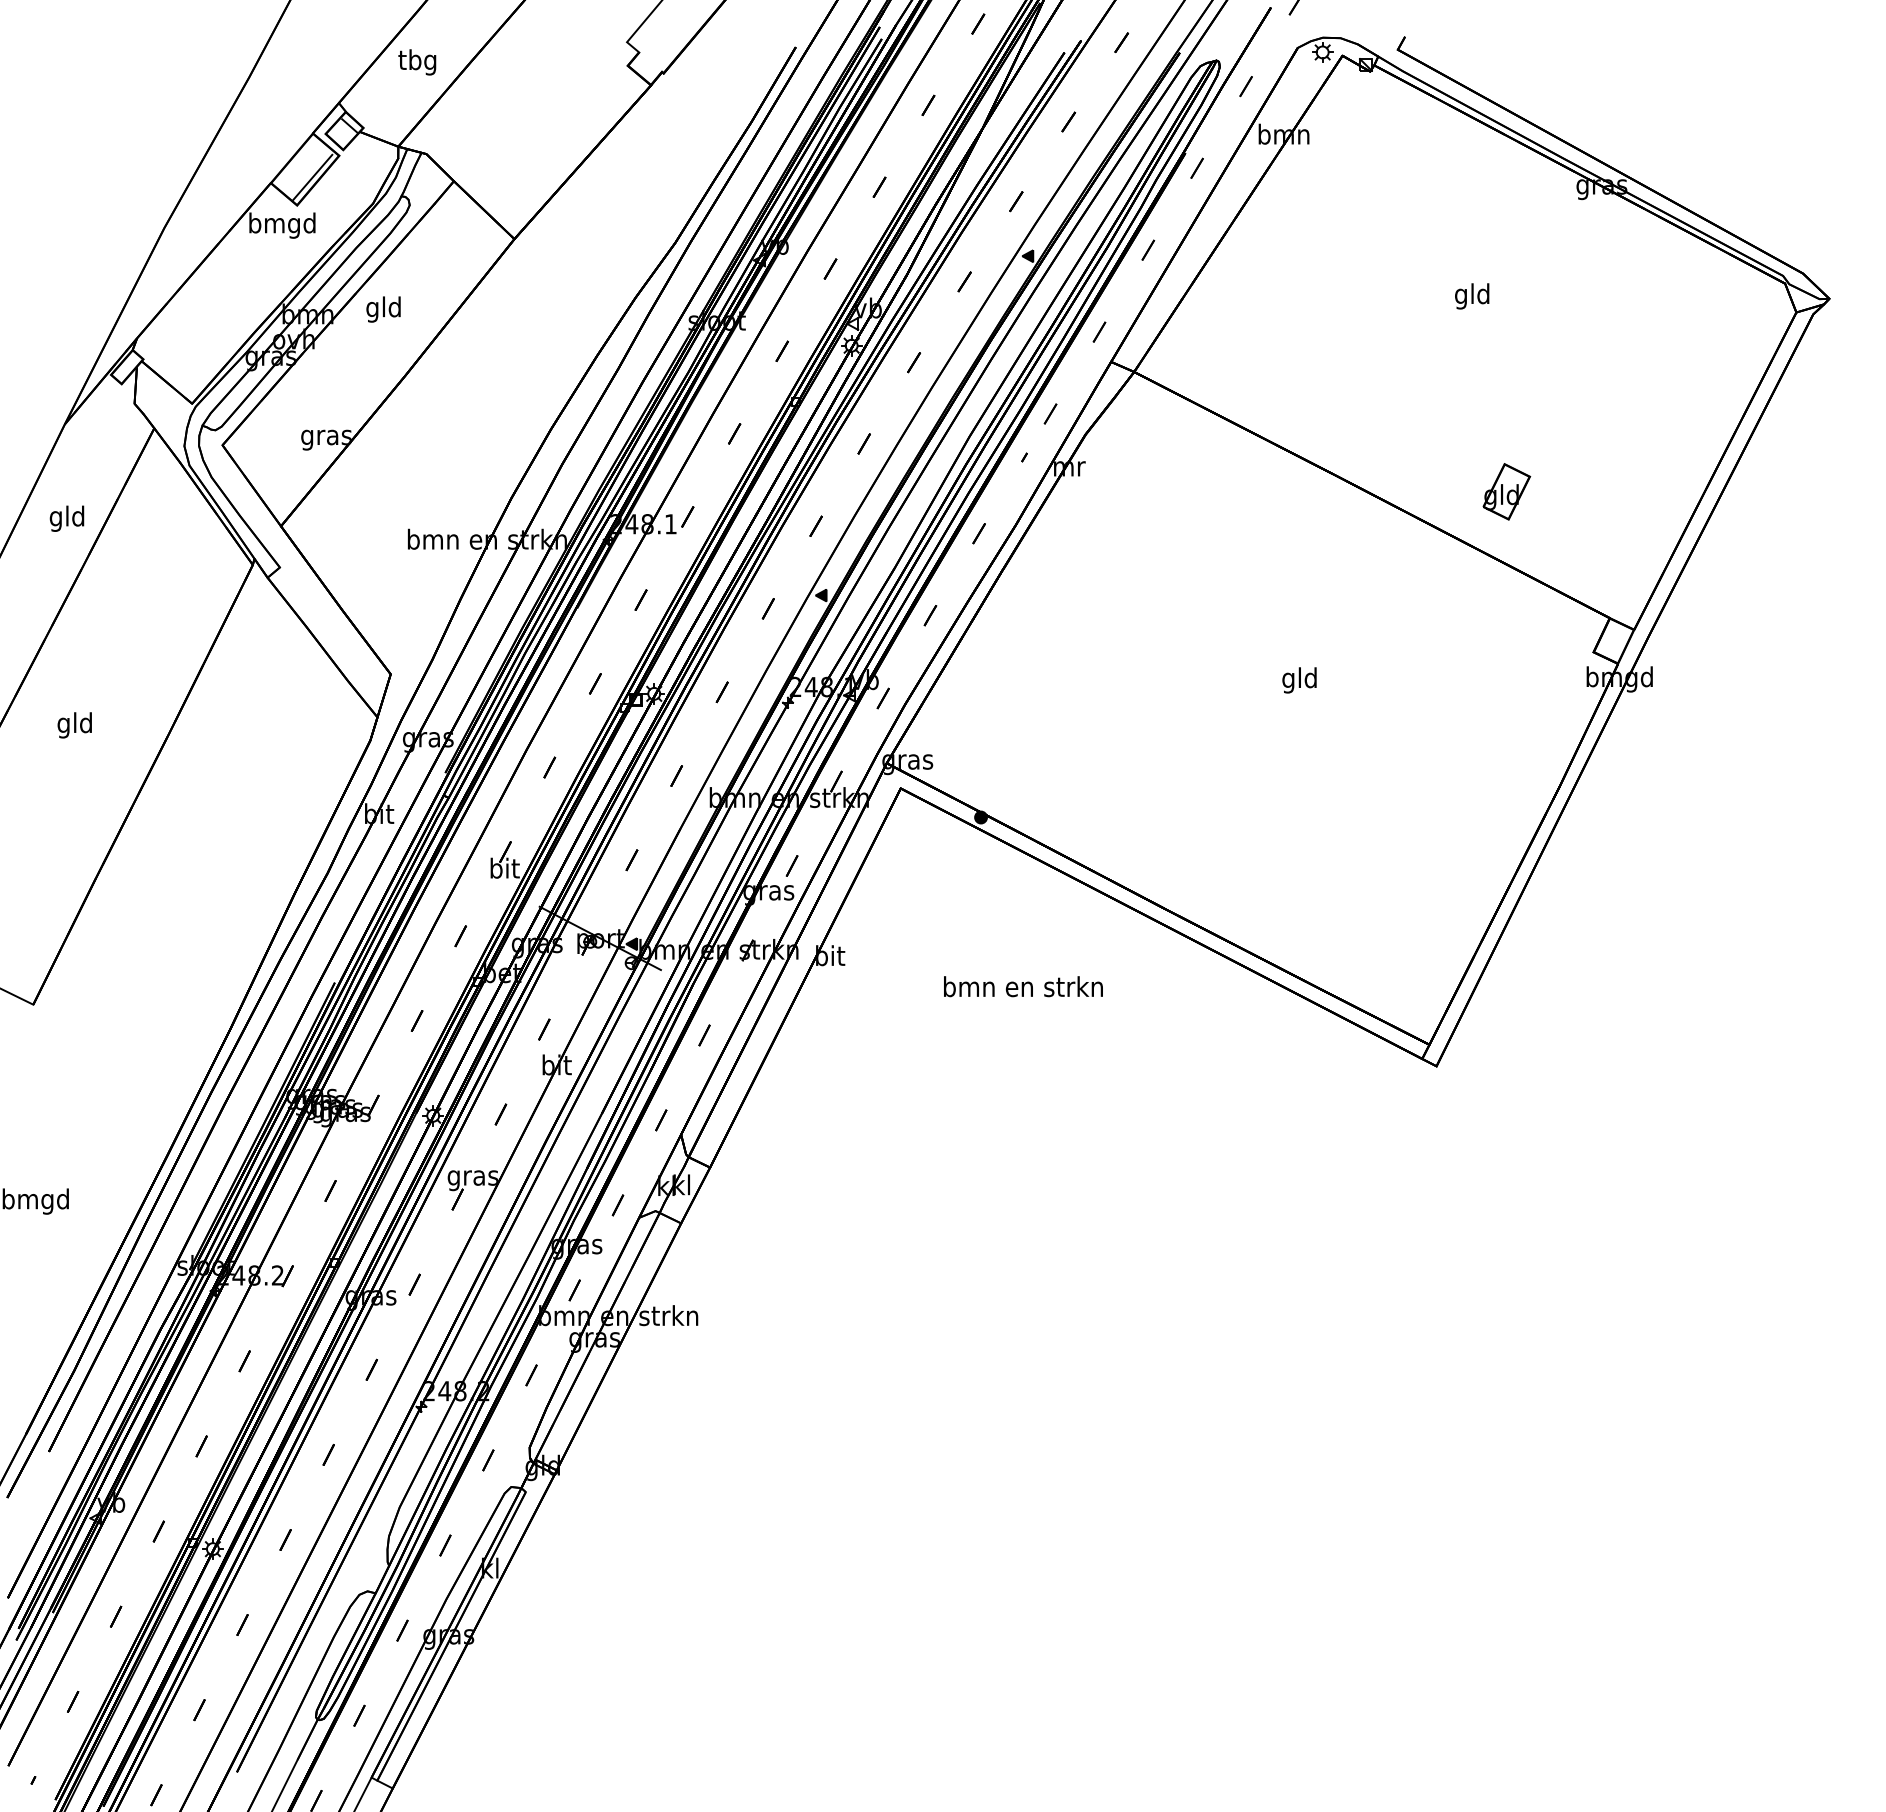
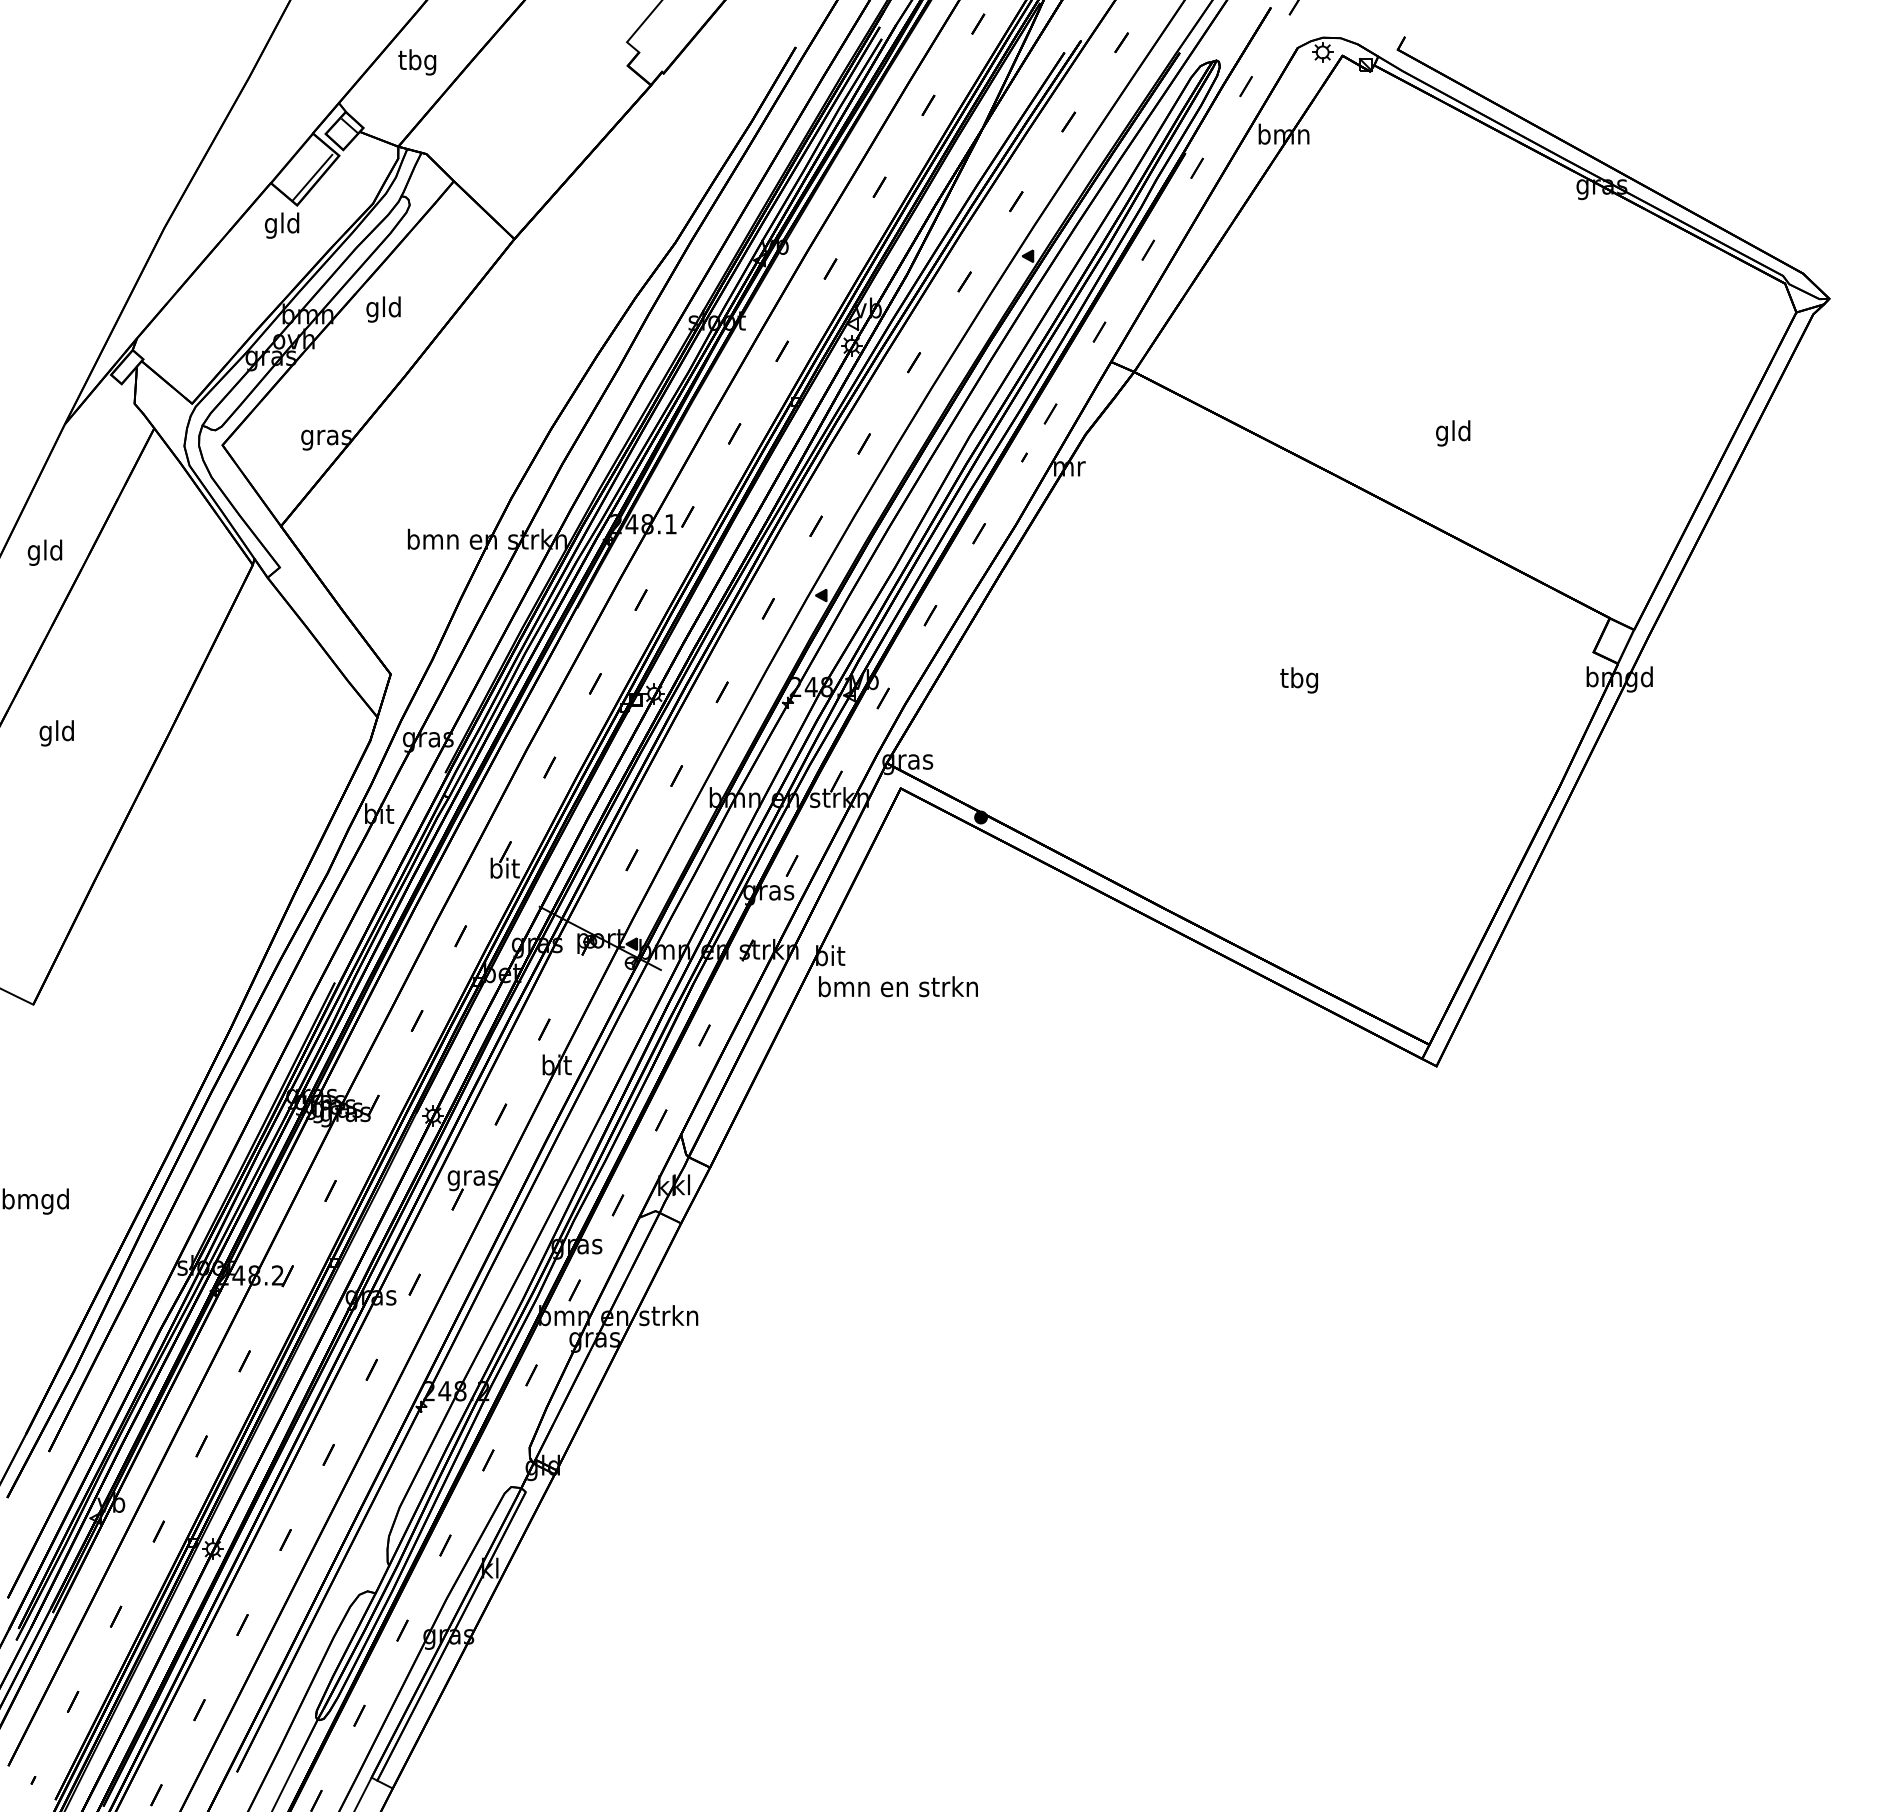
text at (282, 225): bmgd -> gld
text at (1472, 296) position: (1472, 296) -> (1453, 433)
part at (1506, 491): present -> none
text at (66, 518) position: (66, 518) -> (44, 552)
text at (1298, 680): gld -> tbg
text at (74, 725) position: (74, 725) -> (56, 733)
text at (1023, 986) position: (1023, 986) -> (898, 986)
